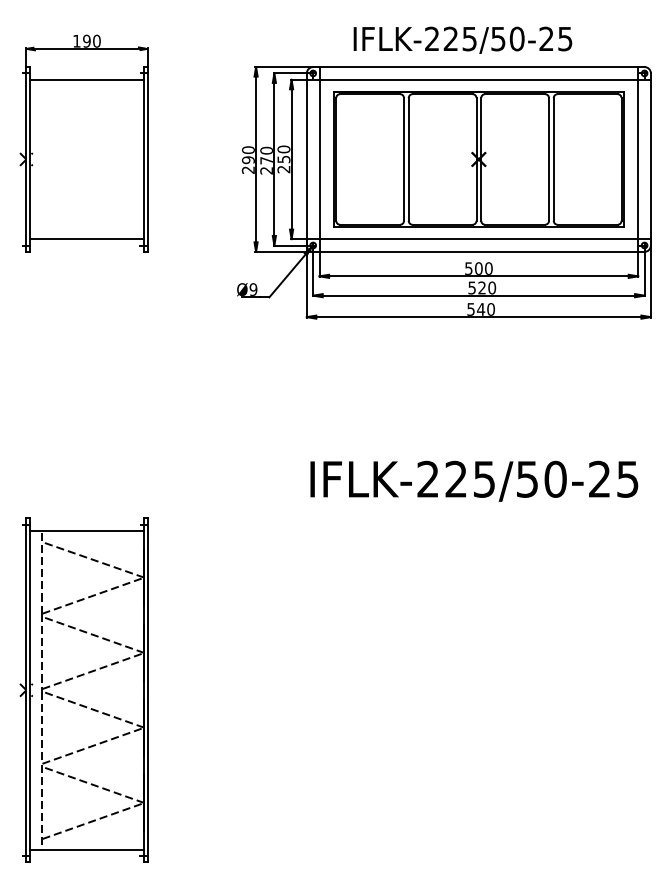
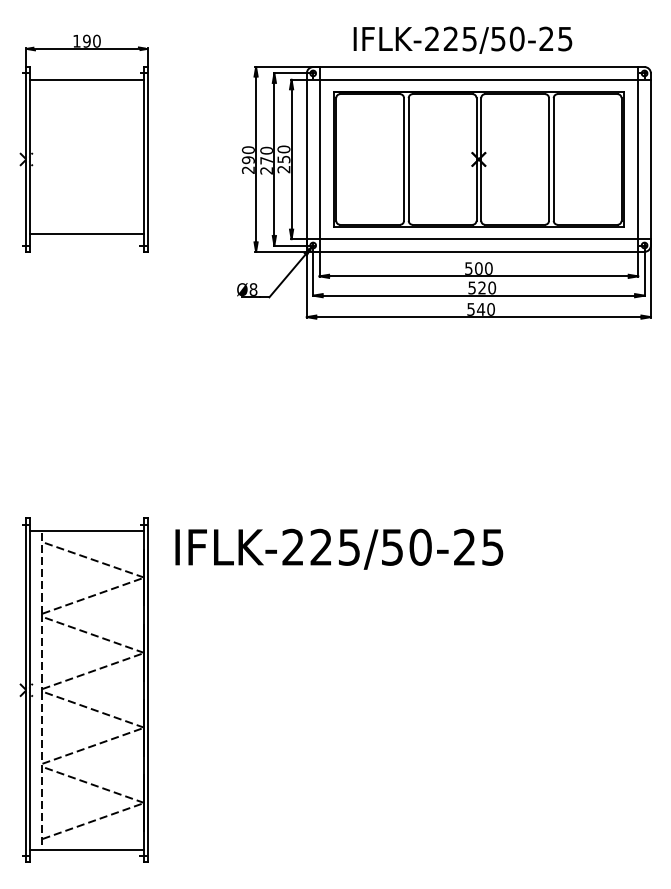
line at (86, 239) position: (86, 239) -> (86, 234)
text at (253, 289): Ø9 -> Ø8
text at (474, 480) position: (474, 480) -> (339, 548)
